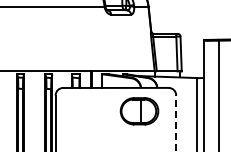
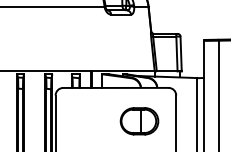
part at (139, 111) position: (139, 111) -> (139, 121)
line at (176, 123): dashed -> solid
